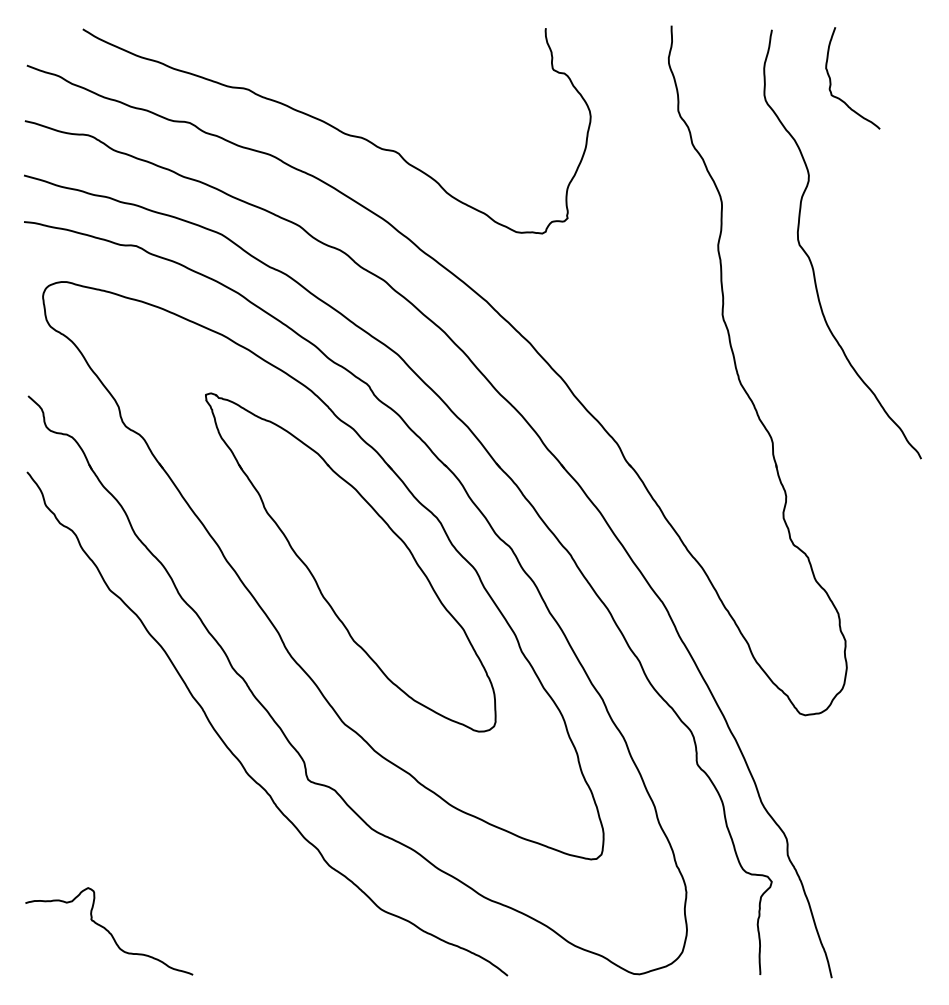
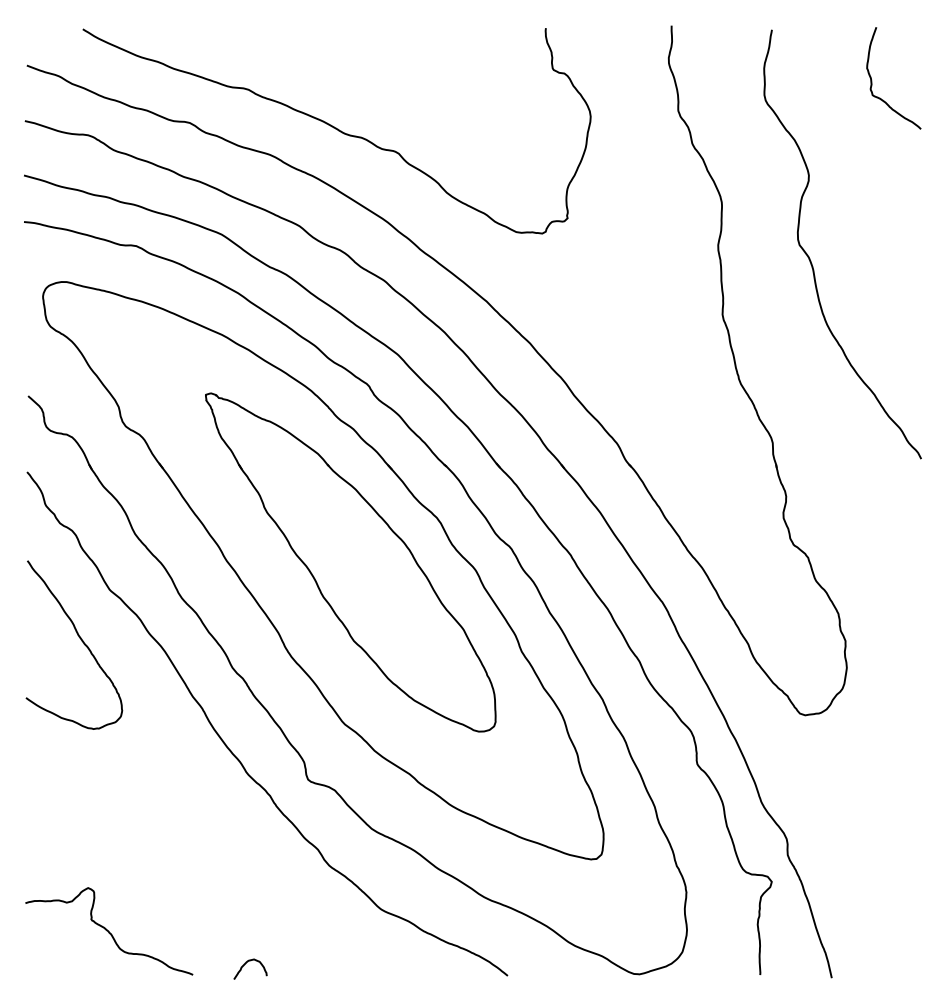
curve at (831, 80) position: (831, 80) -> (872, 80)
curve at (81, 641): none -> present
curve at (246, 963): none -> present
